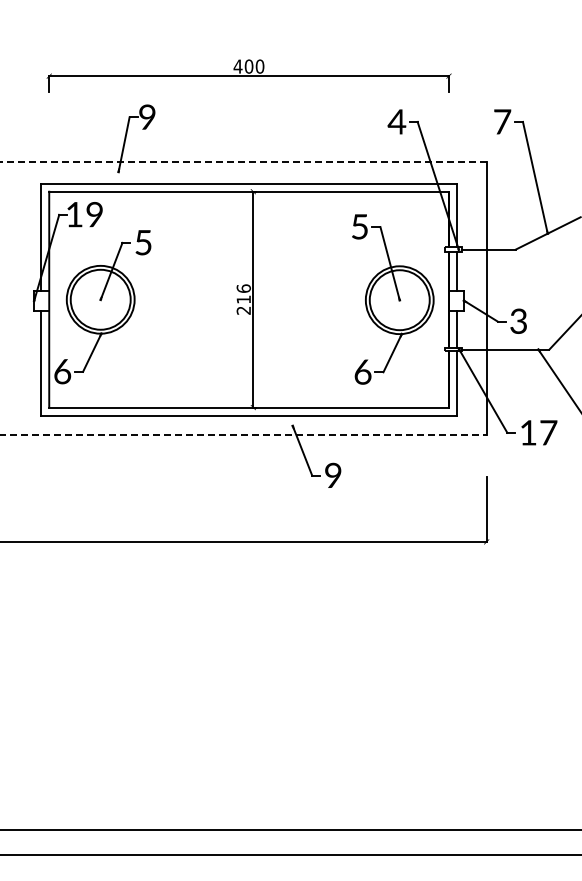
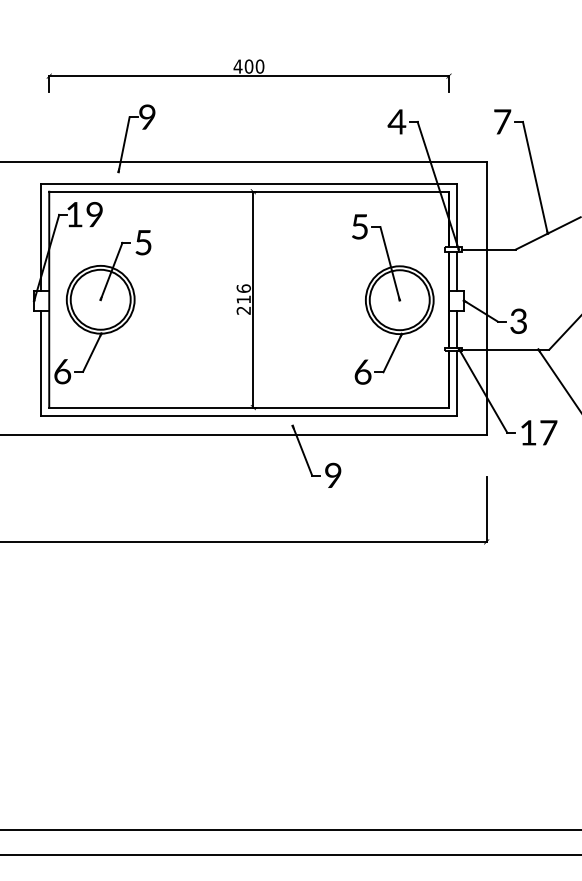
line at (243, 162): dashed -> solid
line at (243, 435): dashed -> solid
